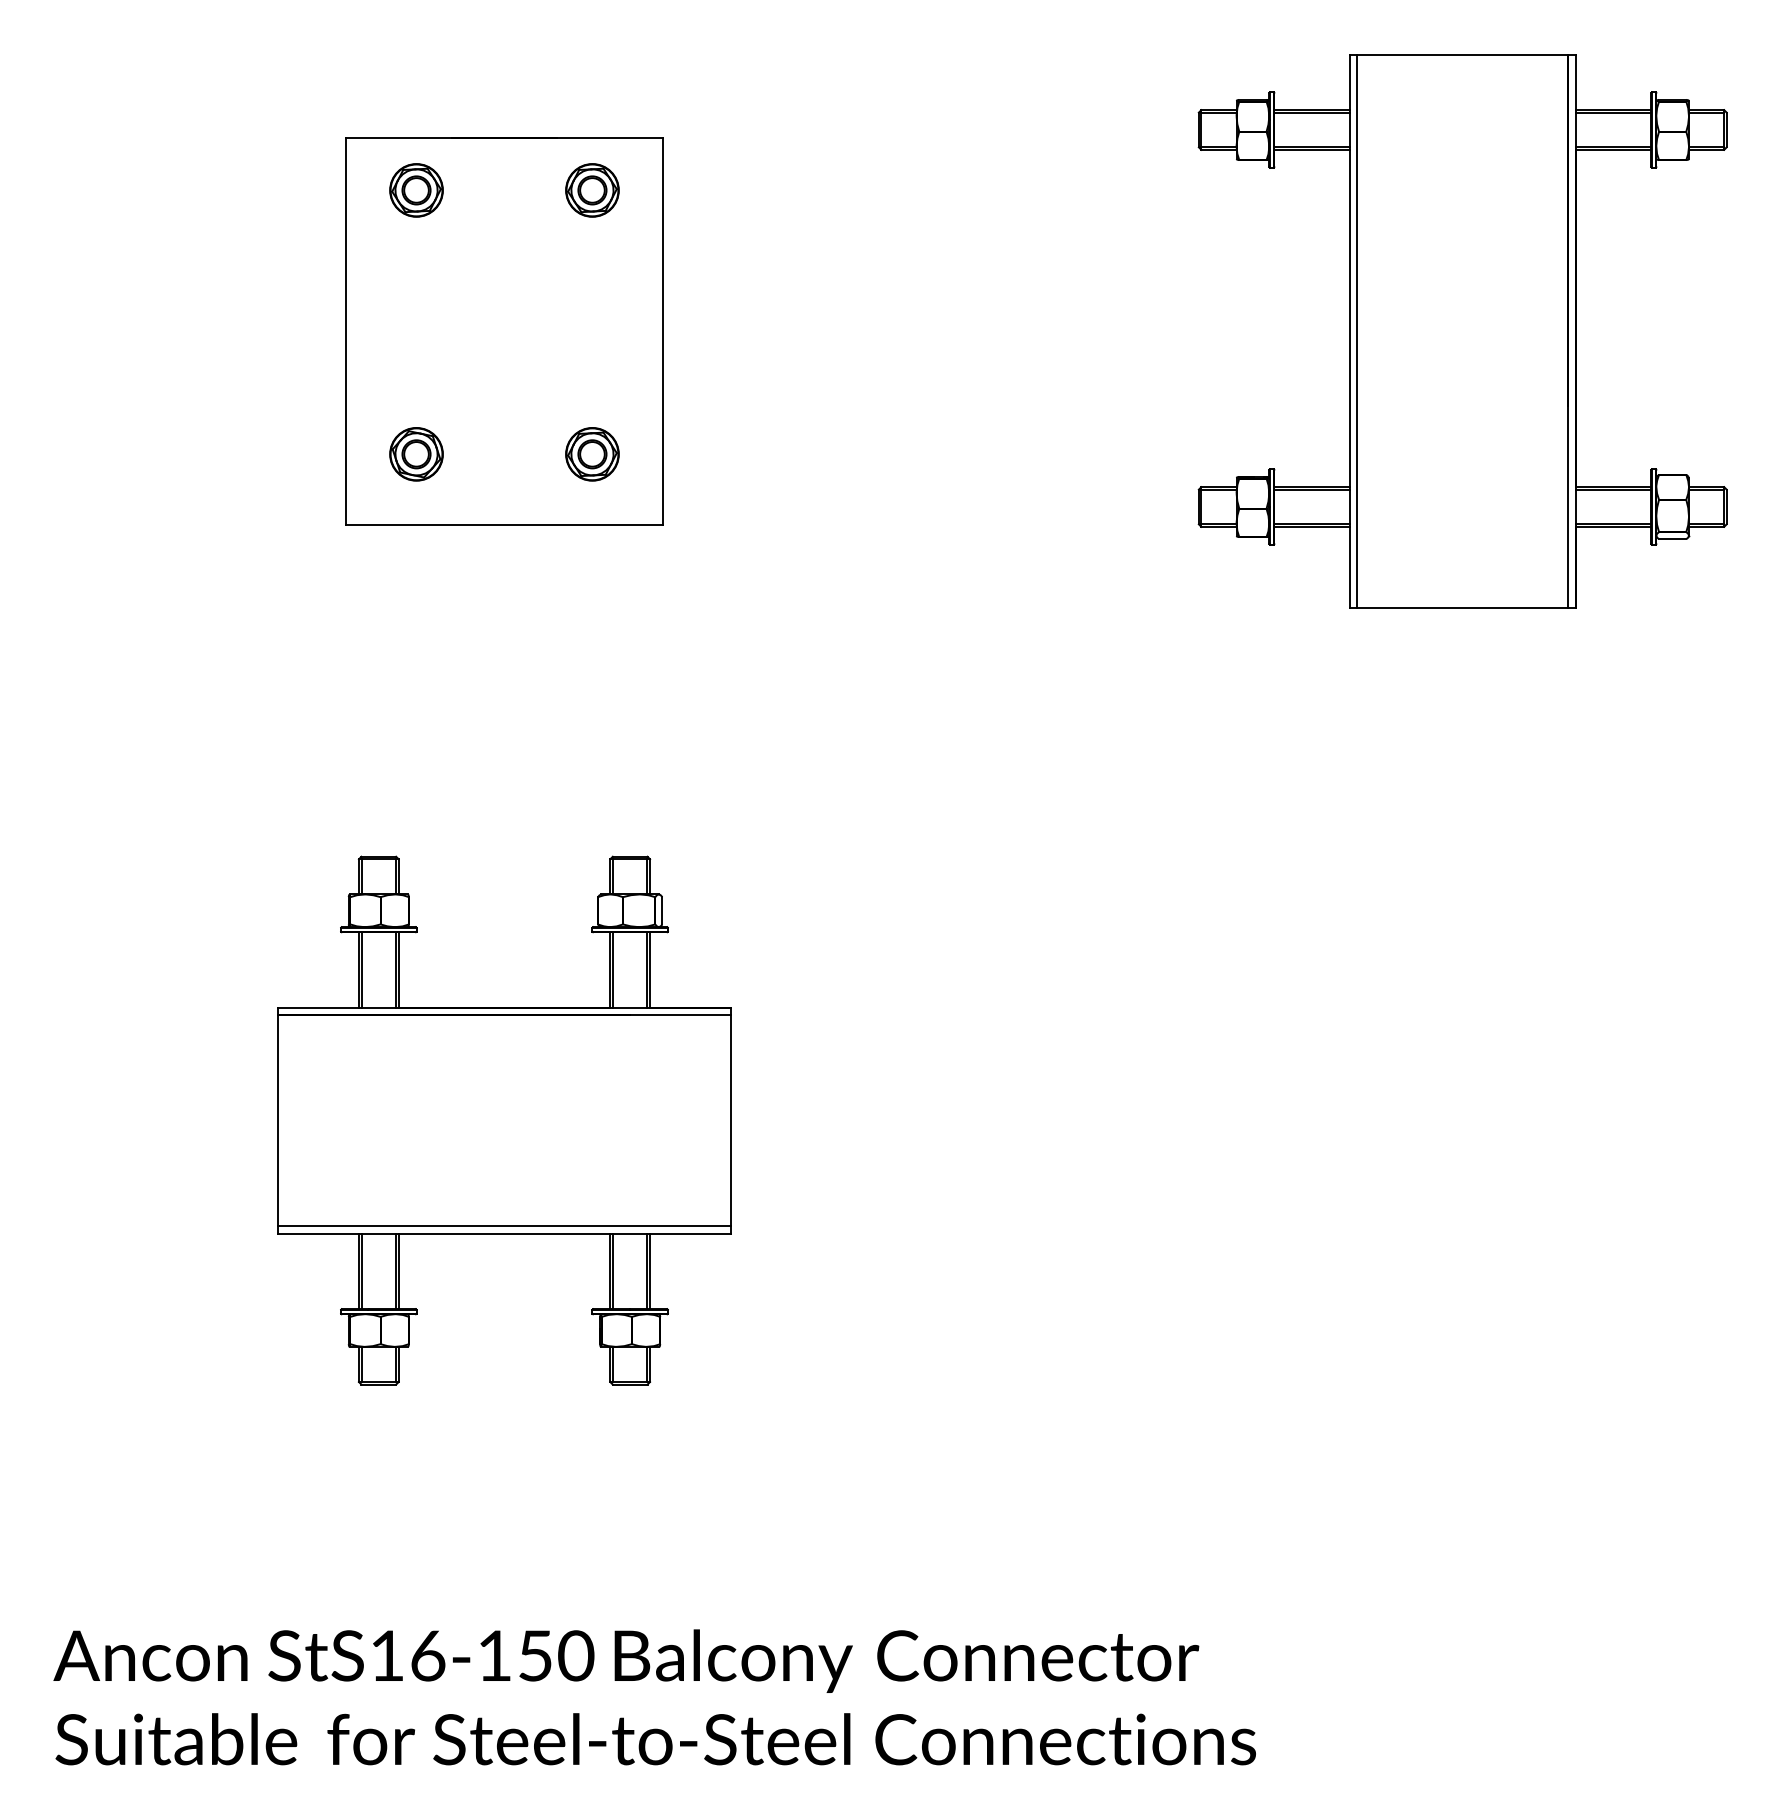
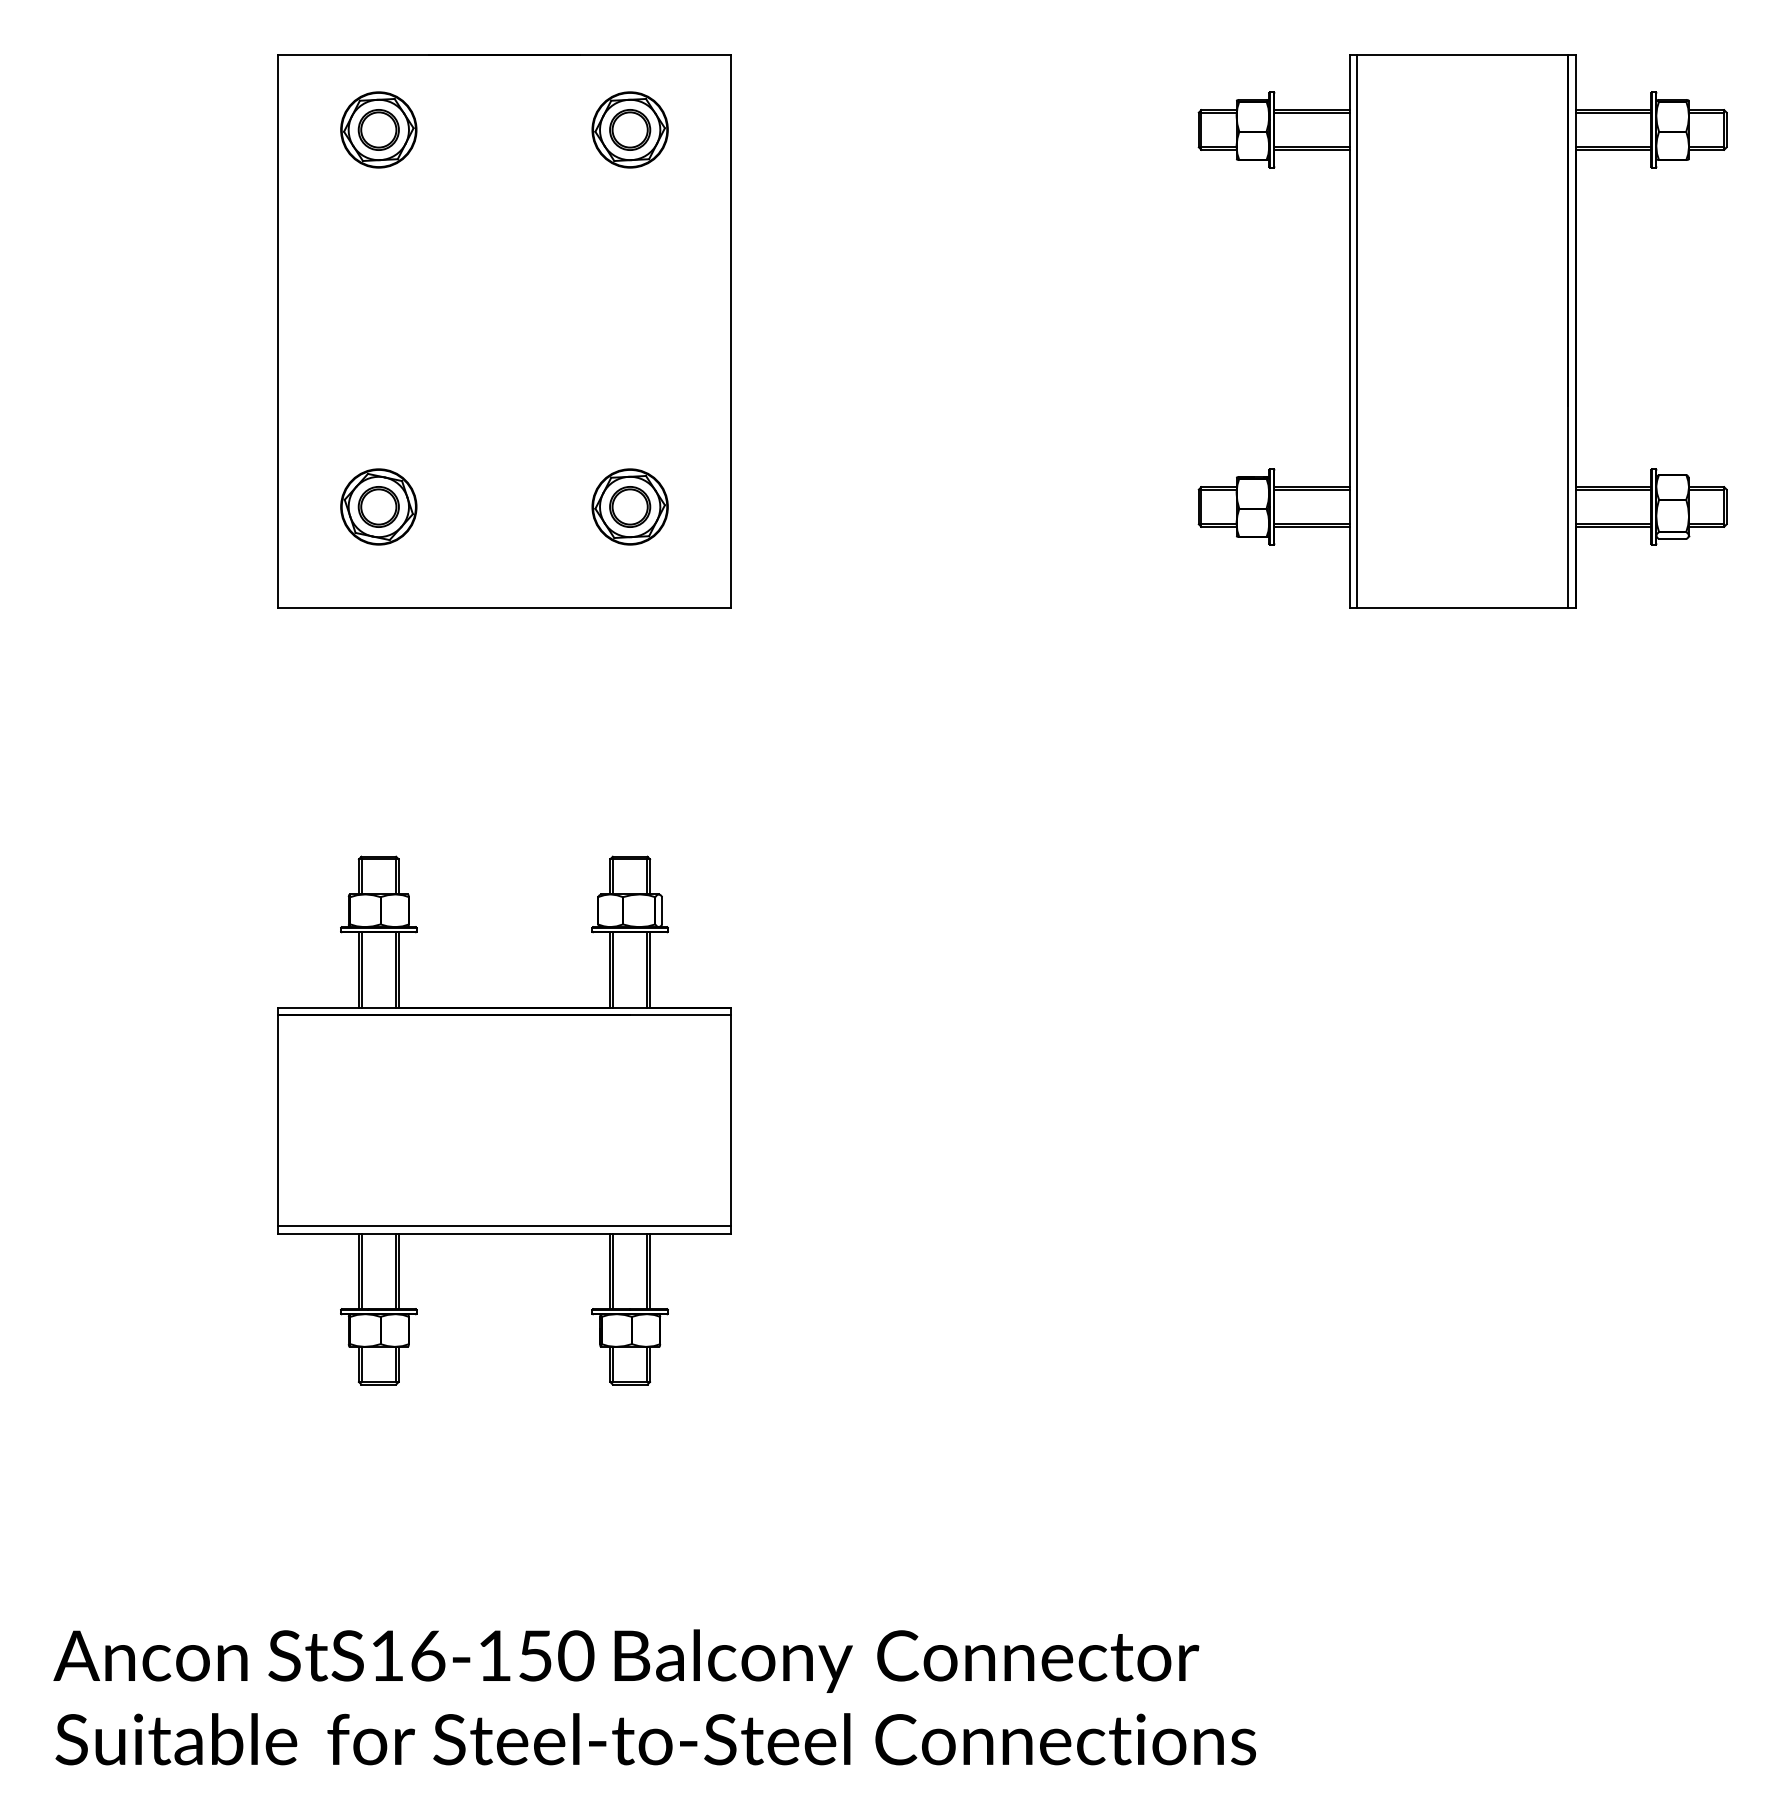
part at (504, 331) size: 319x389 px -> 455x555 px
